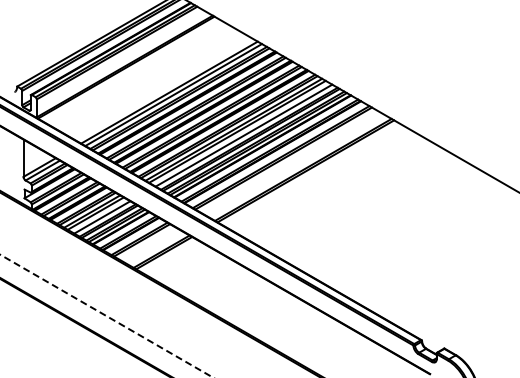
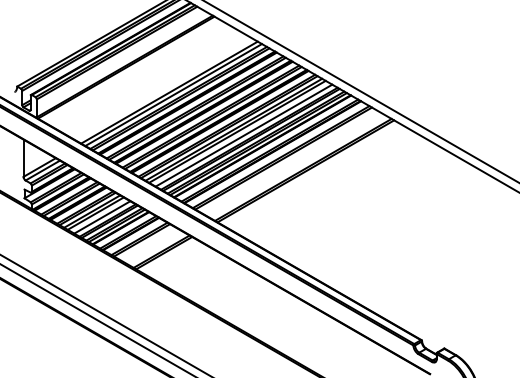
line at (361, 91): none -> present
line at (106, 316): dashed -> solid
line at (96, 319): none -> present
